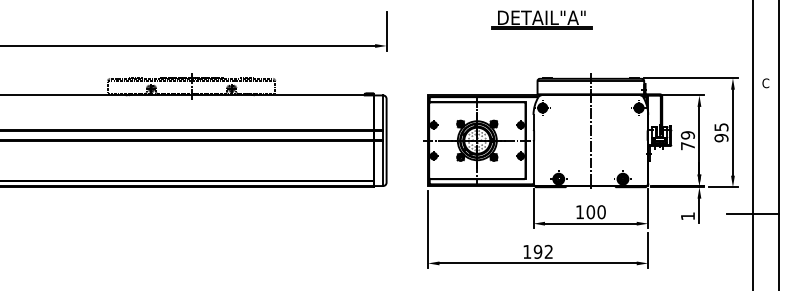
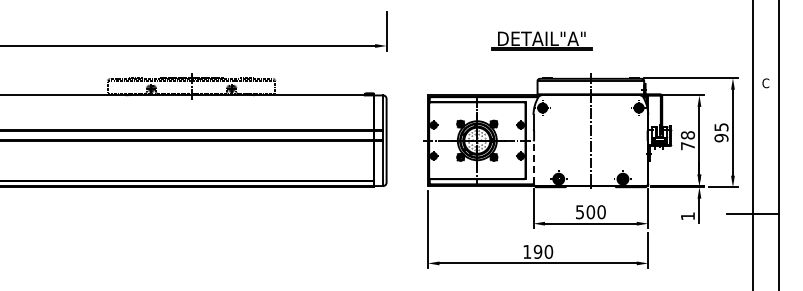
part at (541, 19) position: (541, 19) -> (541, 40)
text at (687, 135): 79 -> 78
line at (533, 162): solid -> dashed
text at (579, 212): 100 -> 500
text at (548, 251): 192 -> 190
